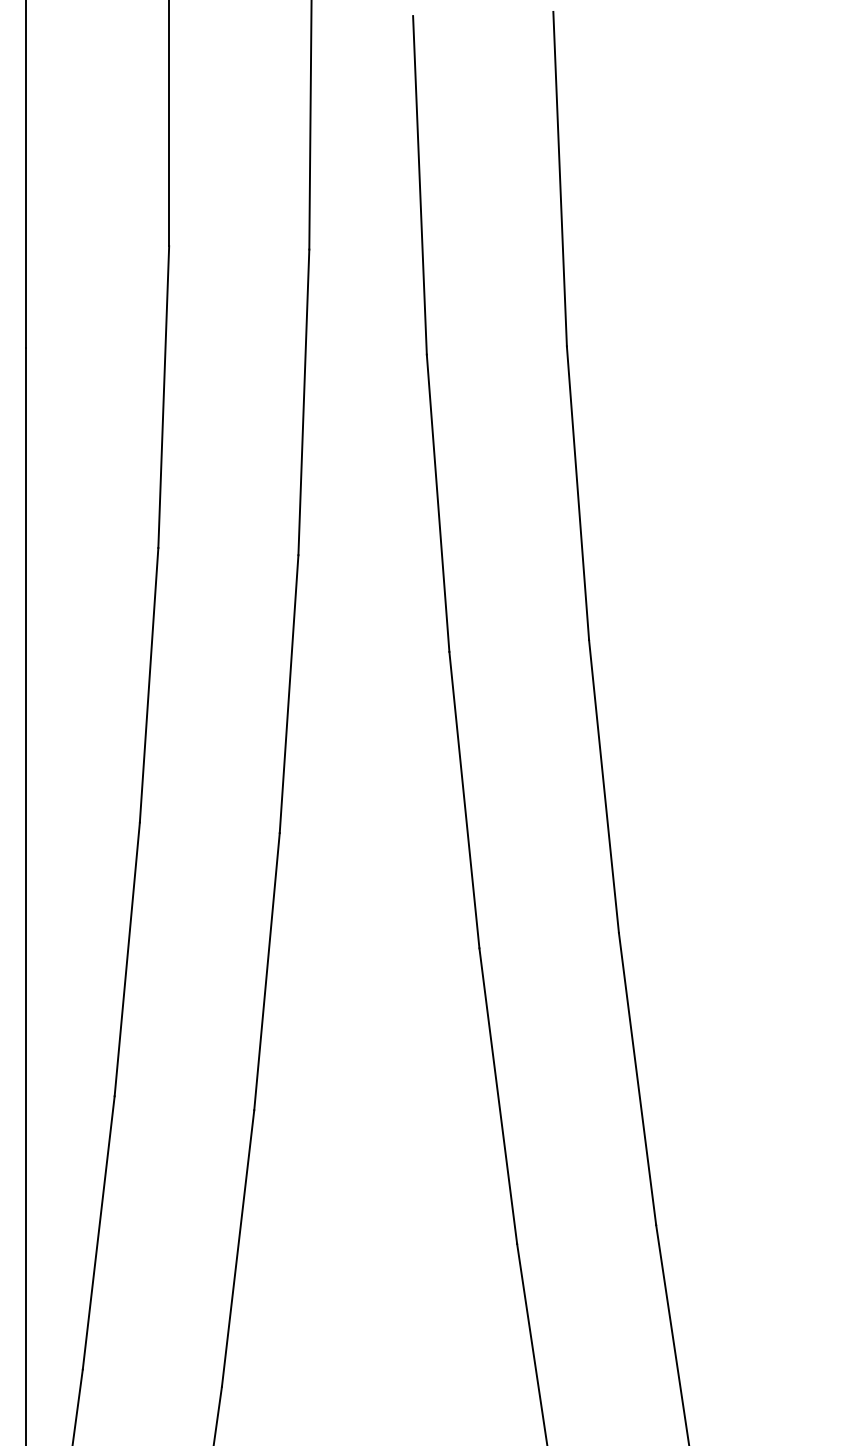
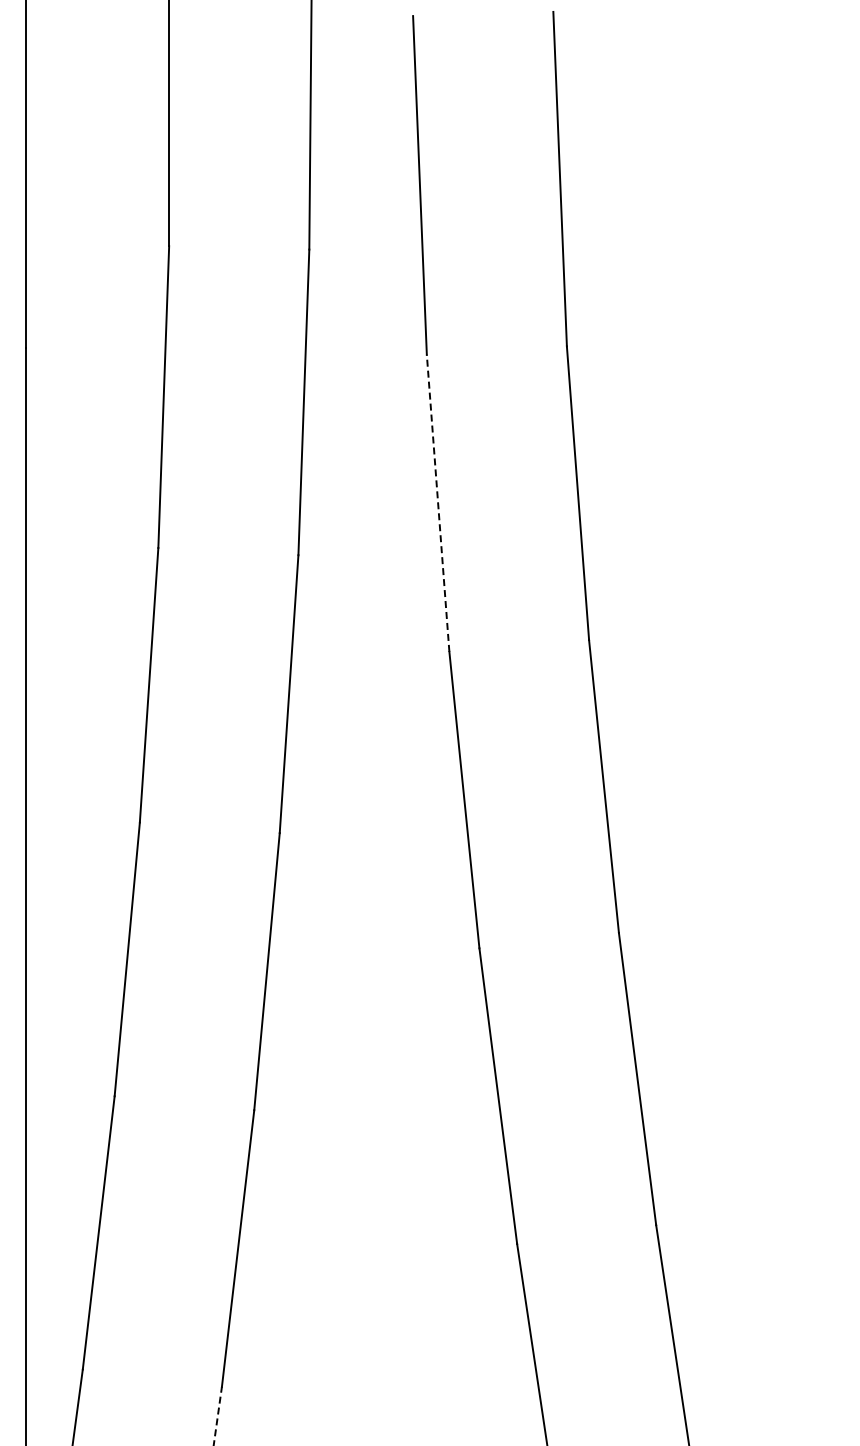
line at (438, 502): solid -> dashed
line at (217, 1415): solid -> dashed
